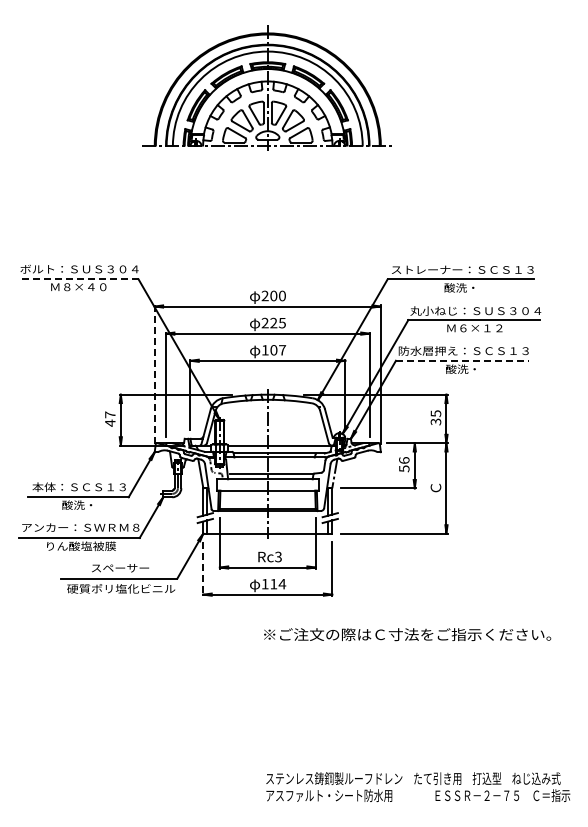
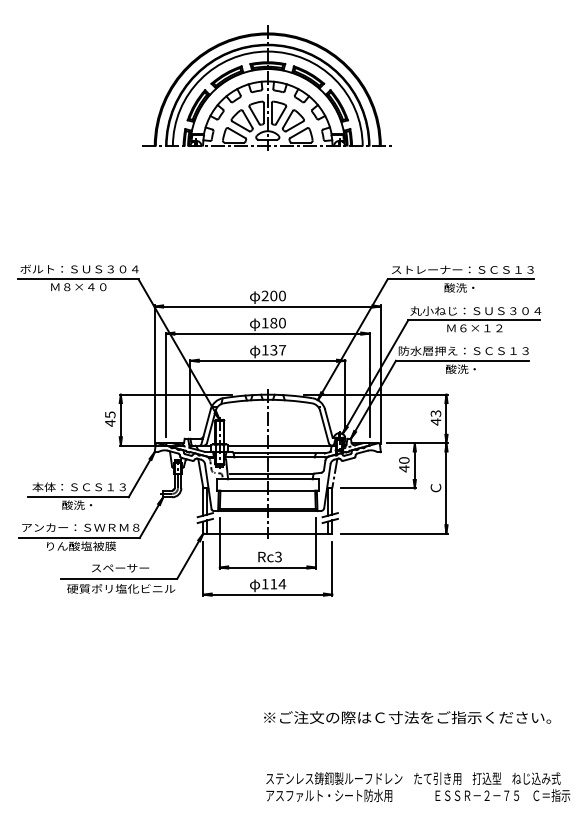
line at (77, 279): dashed -> solid
text at (273, 322): 225 -> 180
text at (273, 350): 107 -> 137
line at (462, 360): dashed -> solid
line at (154, 374): dashed -> solid
text at (110, 414): 47 -> 45
text at (435, 417): 35 -> 43
text at (404, 464): 56 -> 40
line at (203, 568): dashed -> solid
text at (407, 634) position: (407, 634) -> (407, 717)
